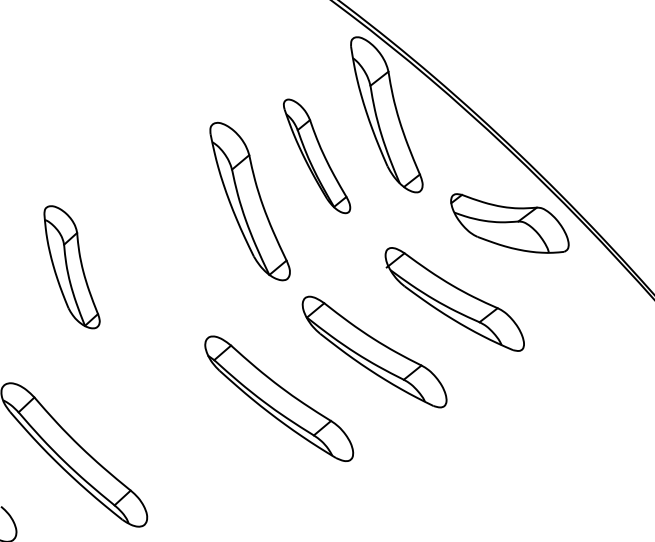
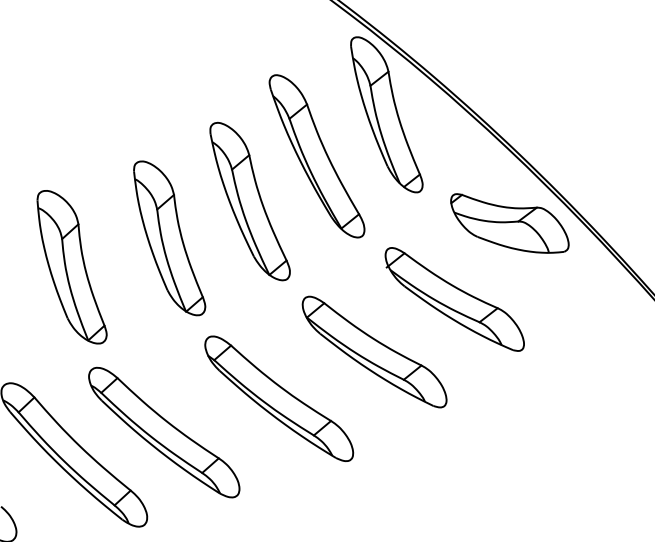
part at (317, 156) size: 69x117 px -> 98x165 px
part at (169, 238): none -> present
part at (71, 267) size: 58x125 px -> 72x155 px
part at (164, 432): none -> present
